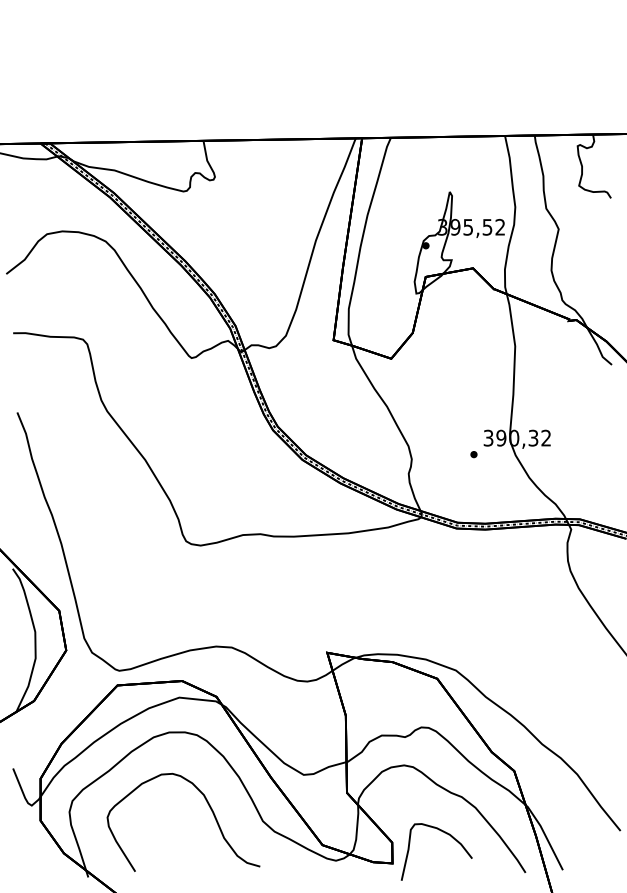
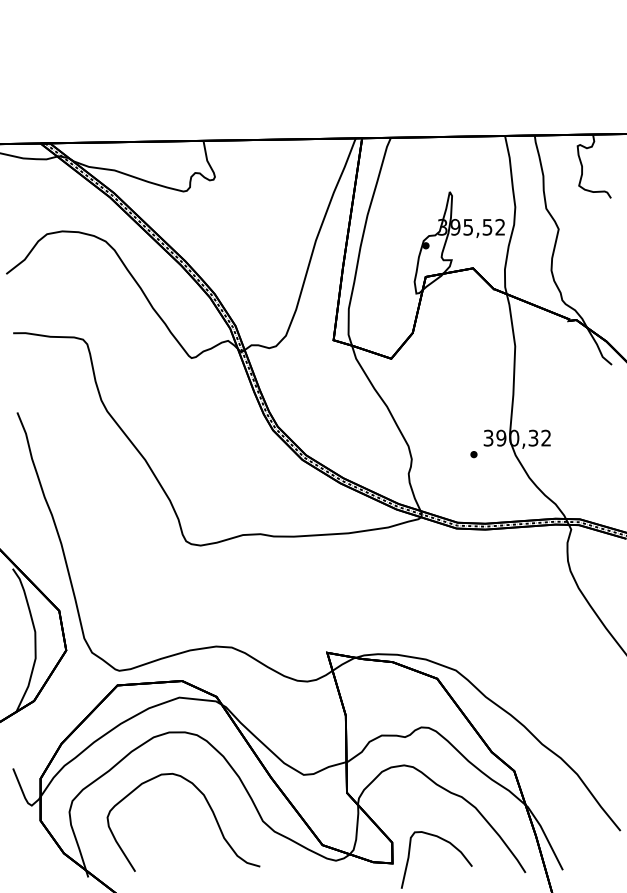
curve at (444, 833) position: (444, 833) -> (444, 841)
